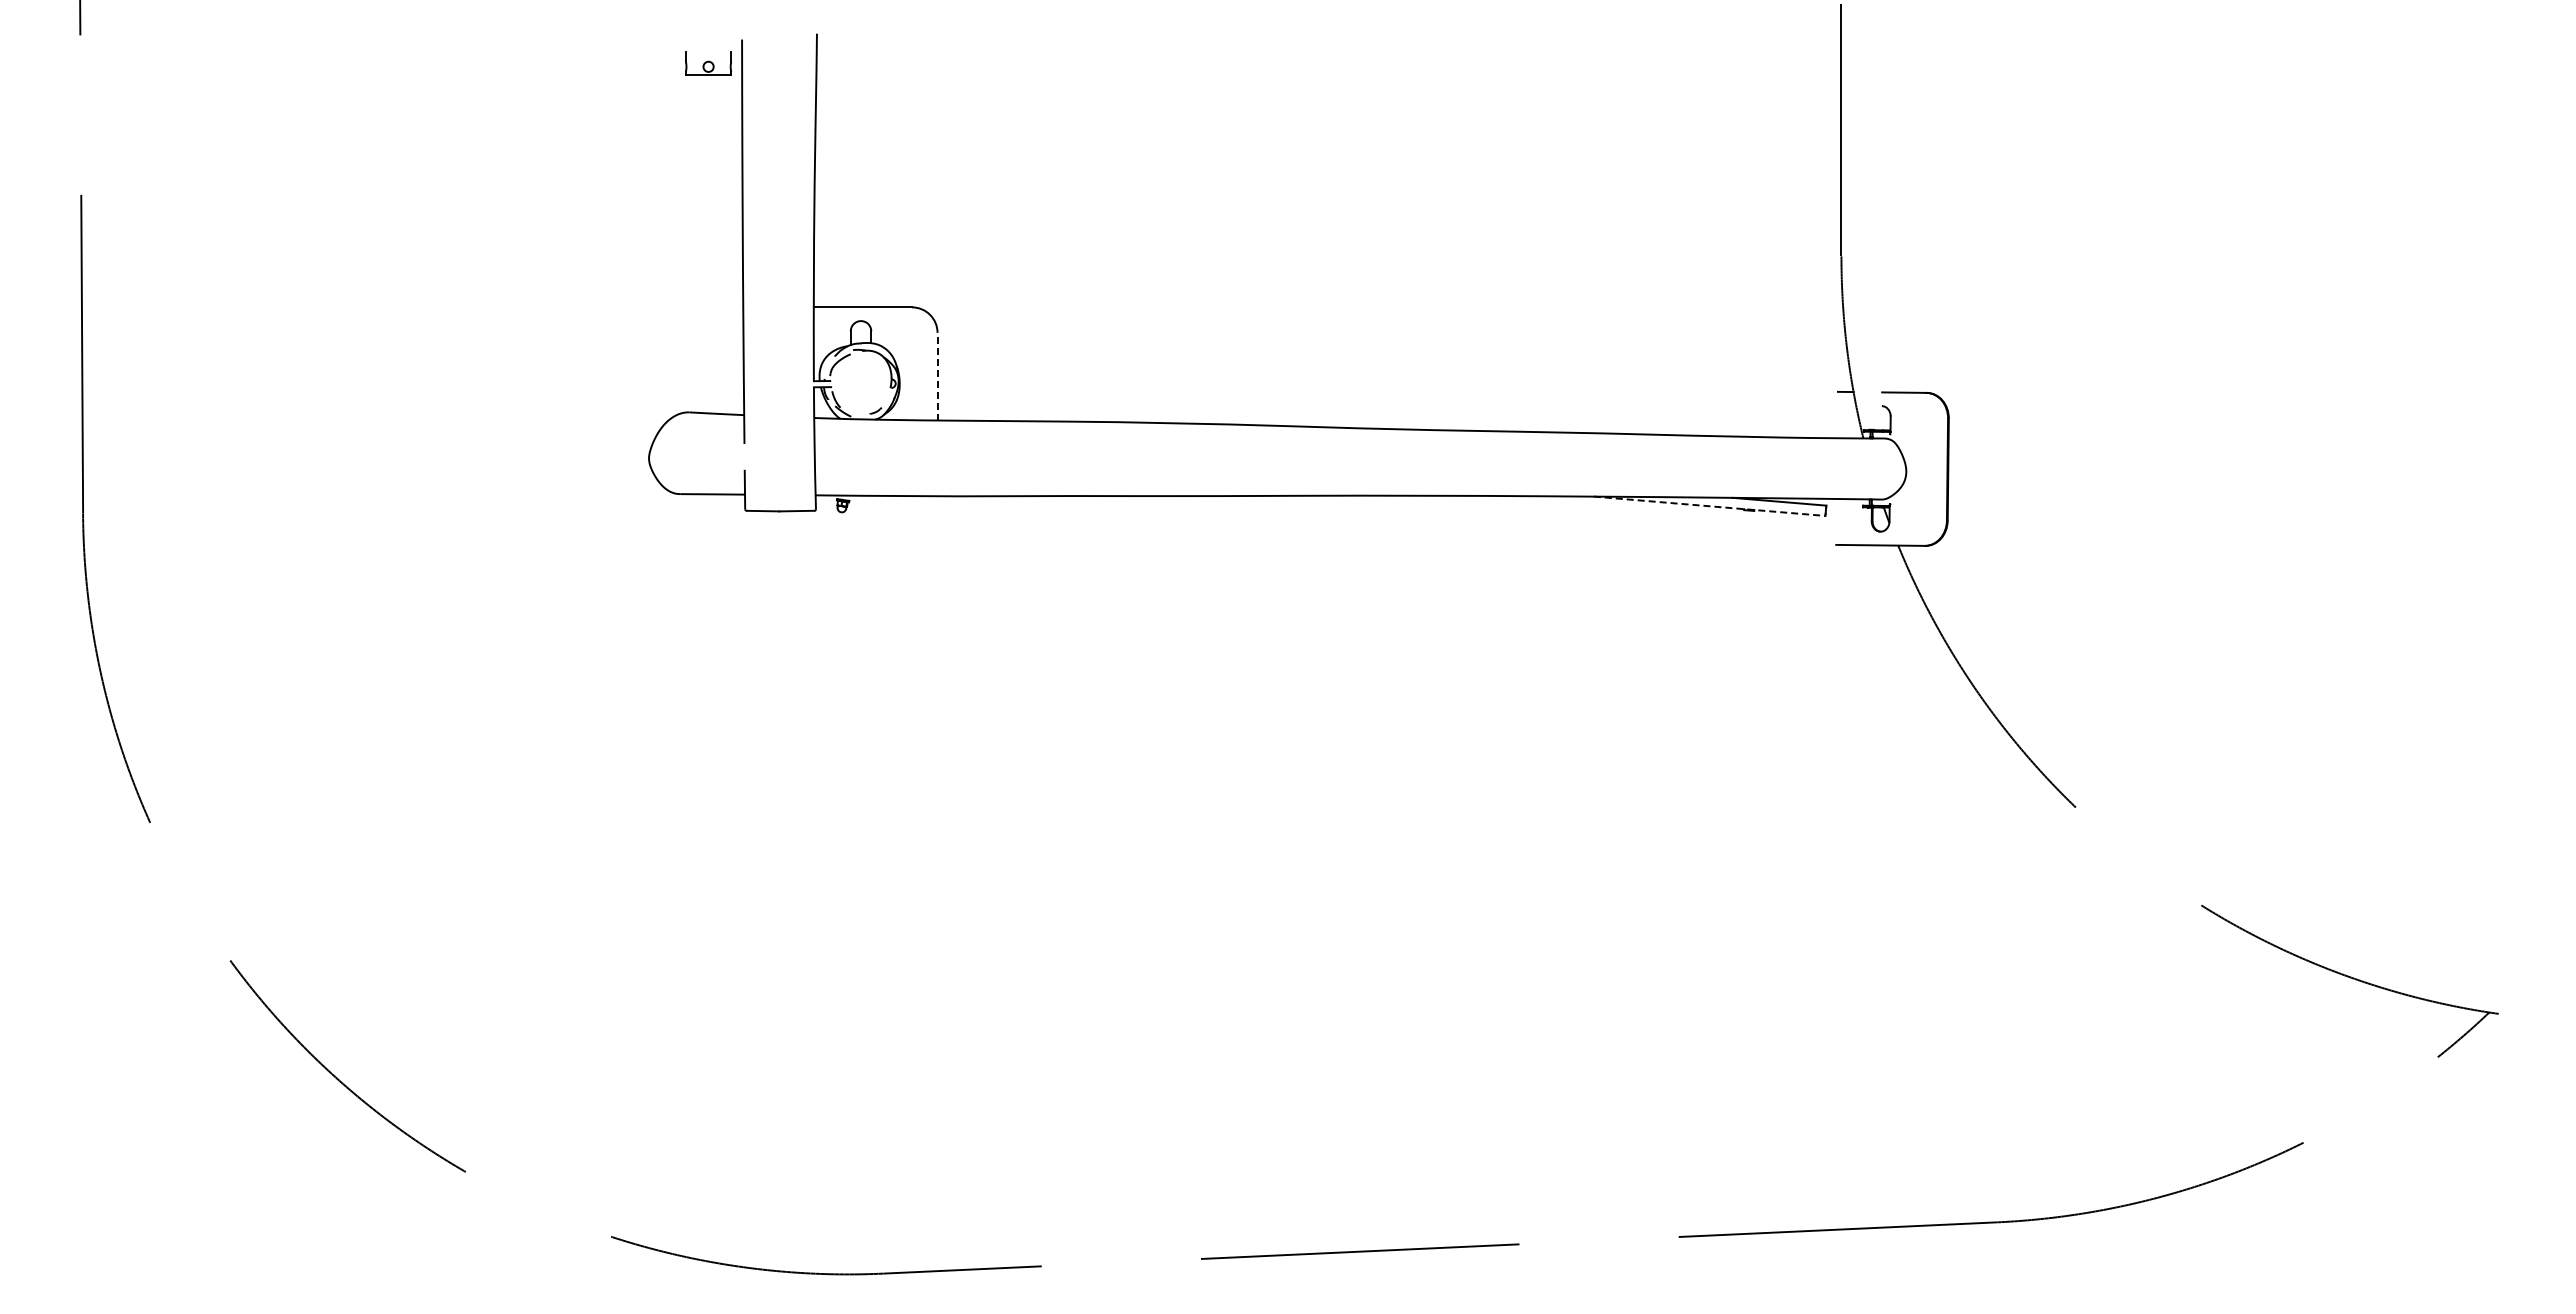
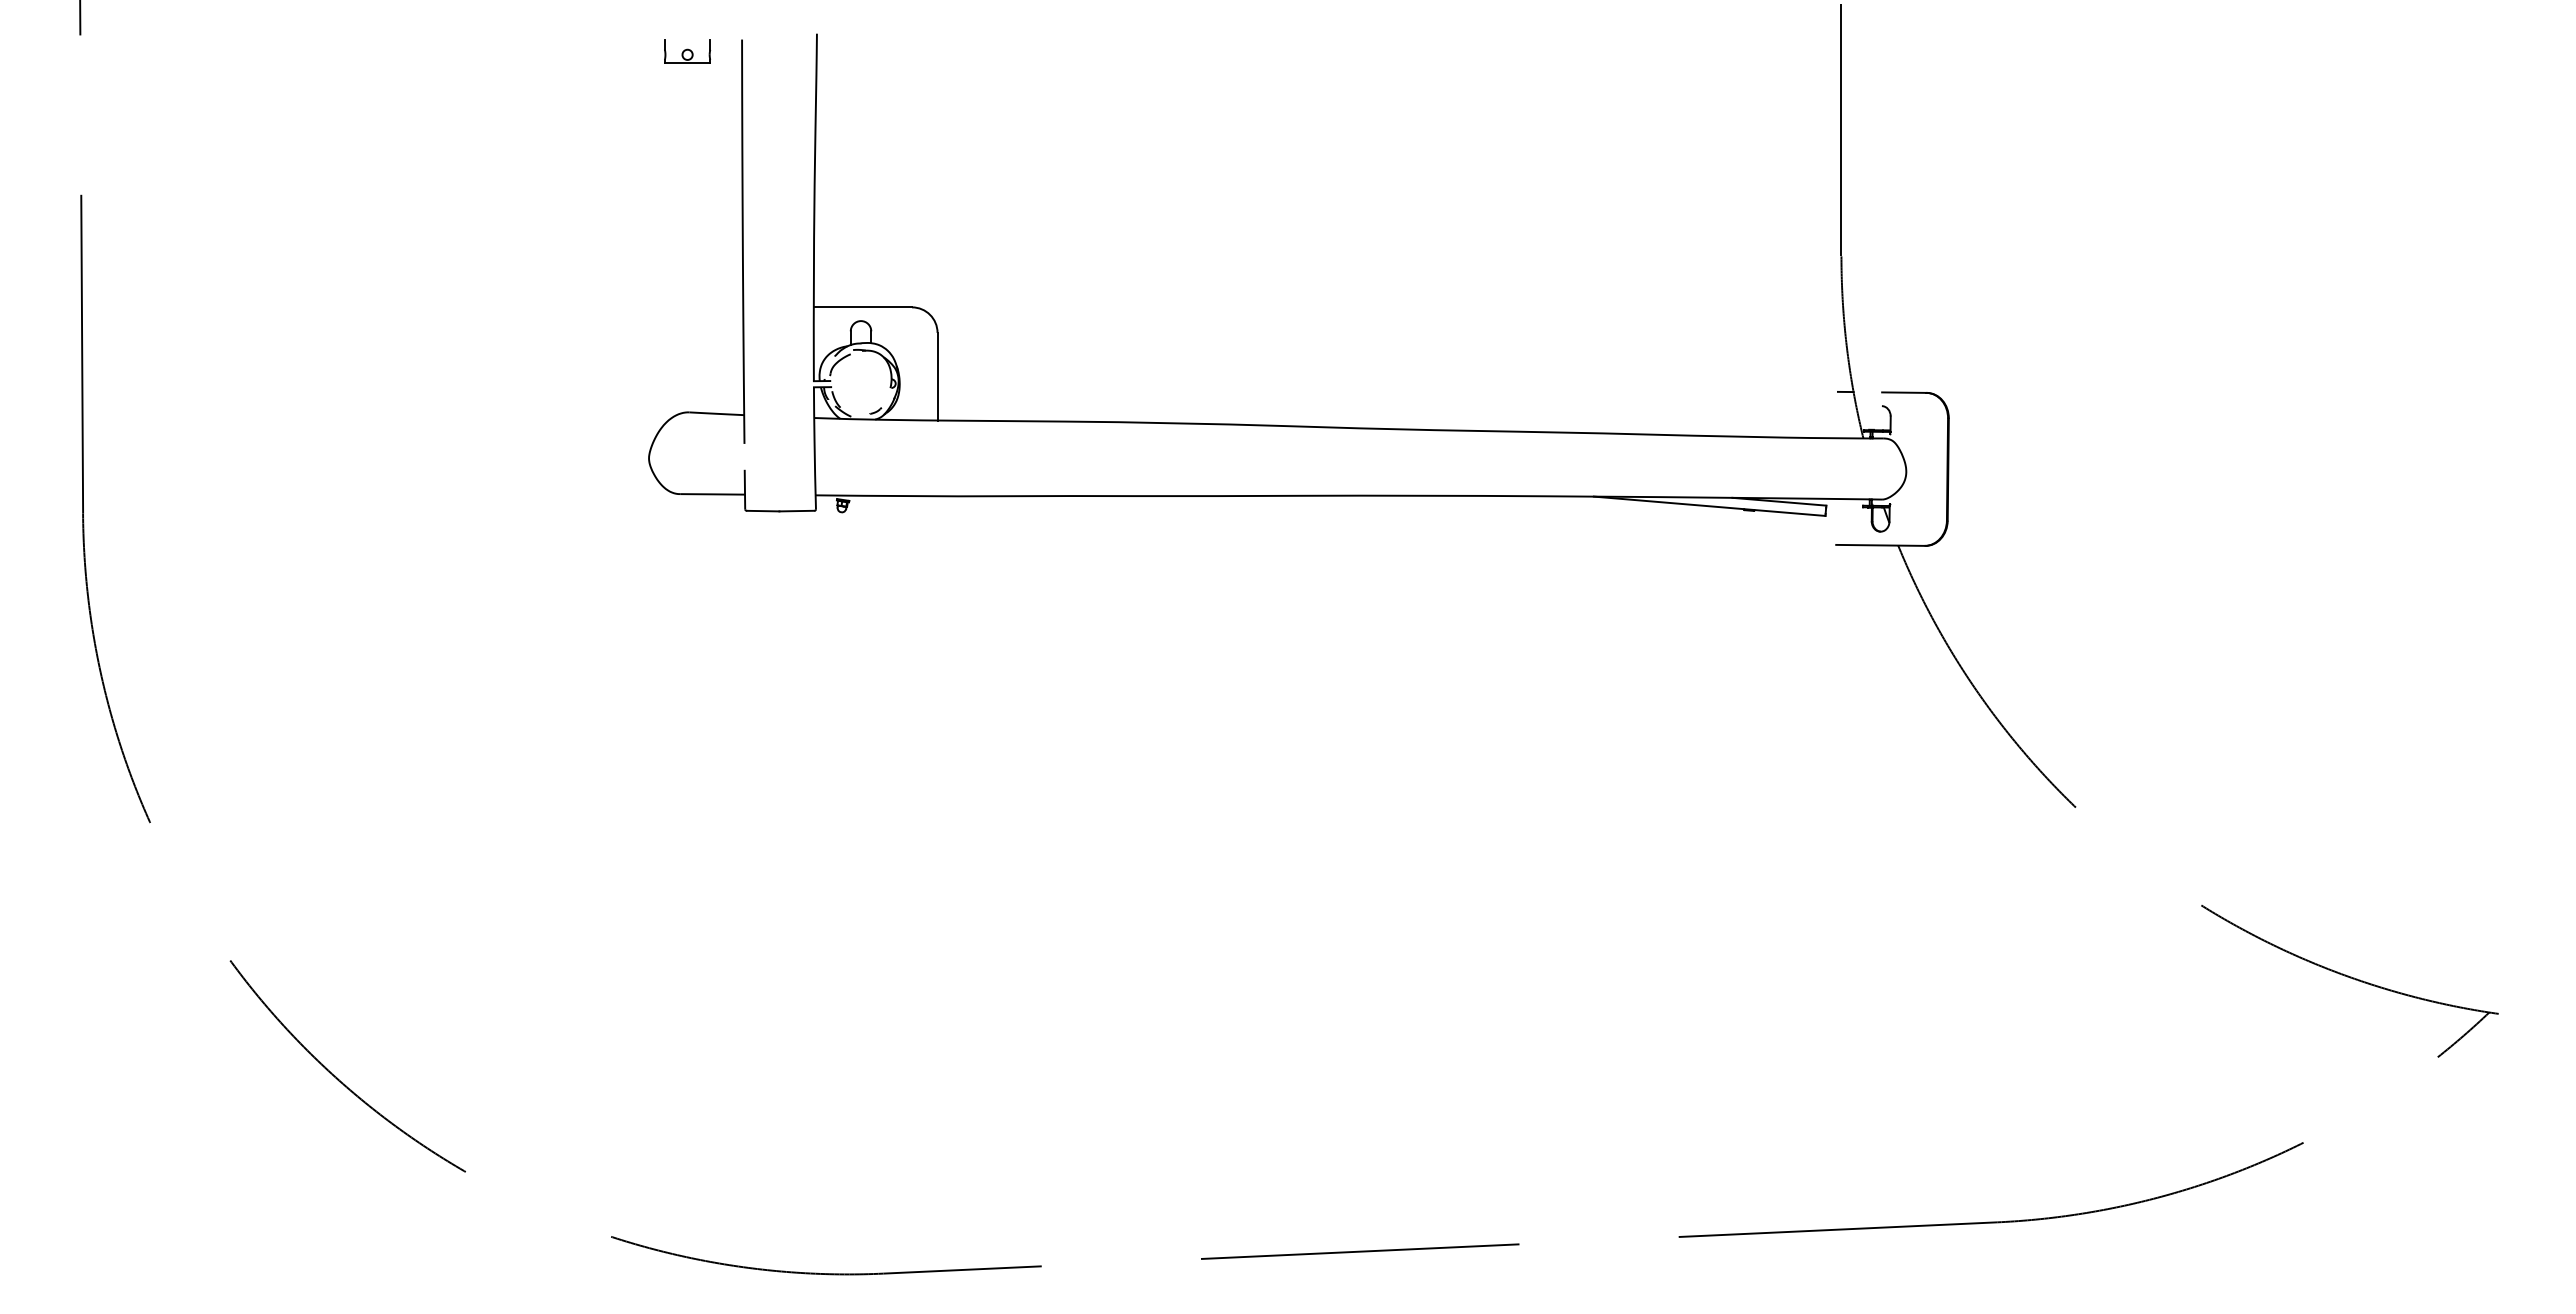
part at (708, 63) position: (708, 63) -> (687, 51)
line at (937, 376): dashed -> solid
line at (1710, 506): dashed -> solid
